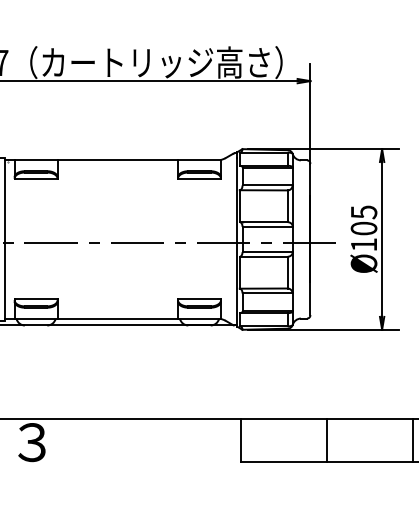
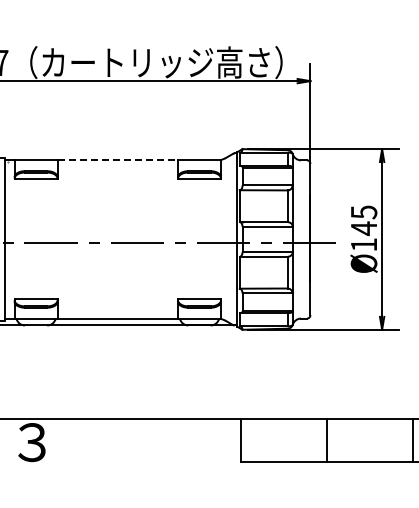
line at (118, 160): solid -> dashed
text at (363, 228): Ø105 -> Ø145
